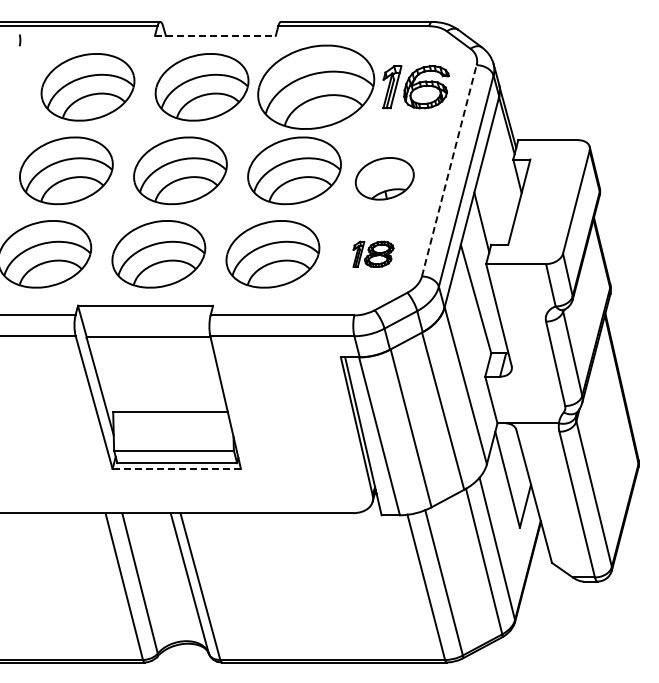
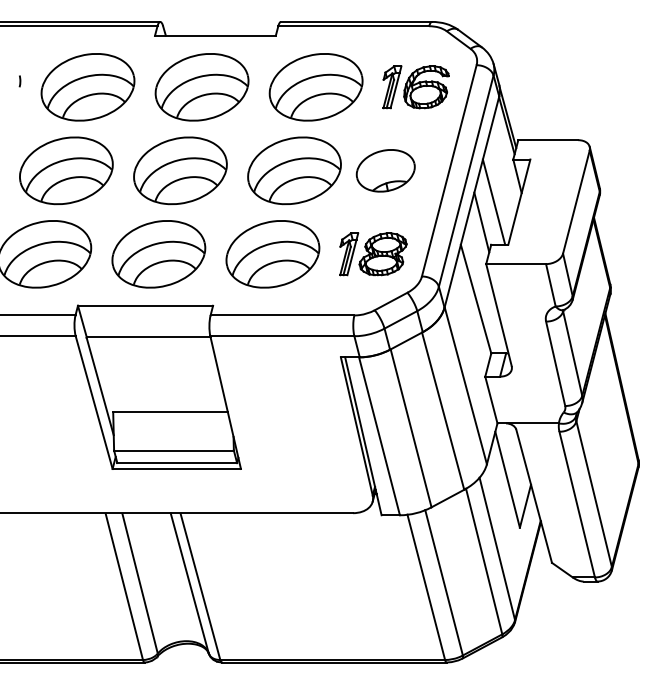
line at (215, 35): dashed -> solid
curve at (19, 40) position: (19, 40) -> (19, 81)
part at (316, 86) size: 119x86 px -> 96x69 px
line at (449, 170): dashed -> solid
part at (384, 178) position: (384, 178) -> (385, 170)
line at (493, 201): none -> present
part at (373, 253) size: 43x28 px -> 69x45 px
line at (177, 468): dashed -> solid
